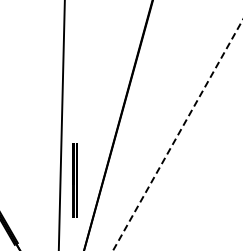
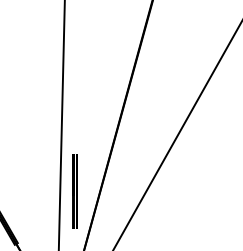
line at (177, 135): dashed -> solid
part at (74, 180) position: (74, 180) -> (74, 191)
